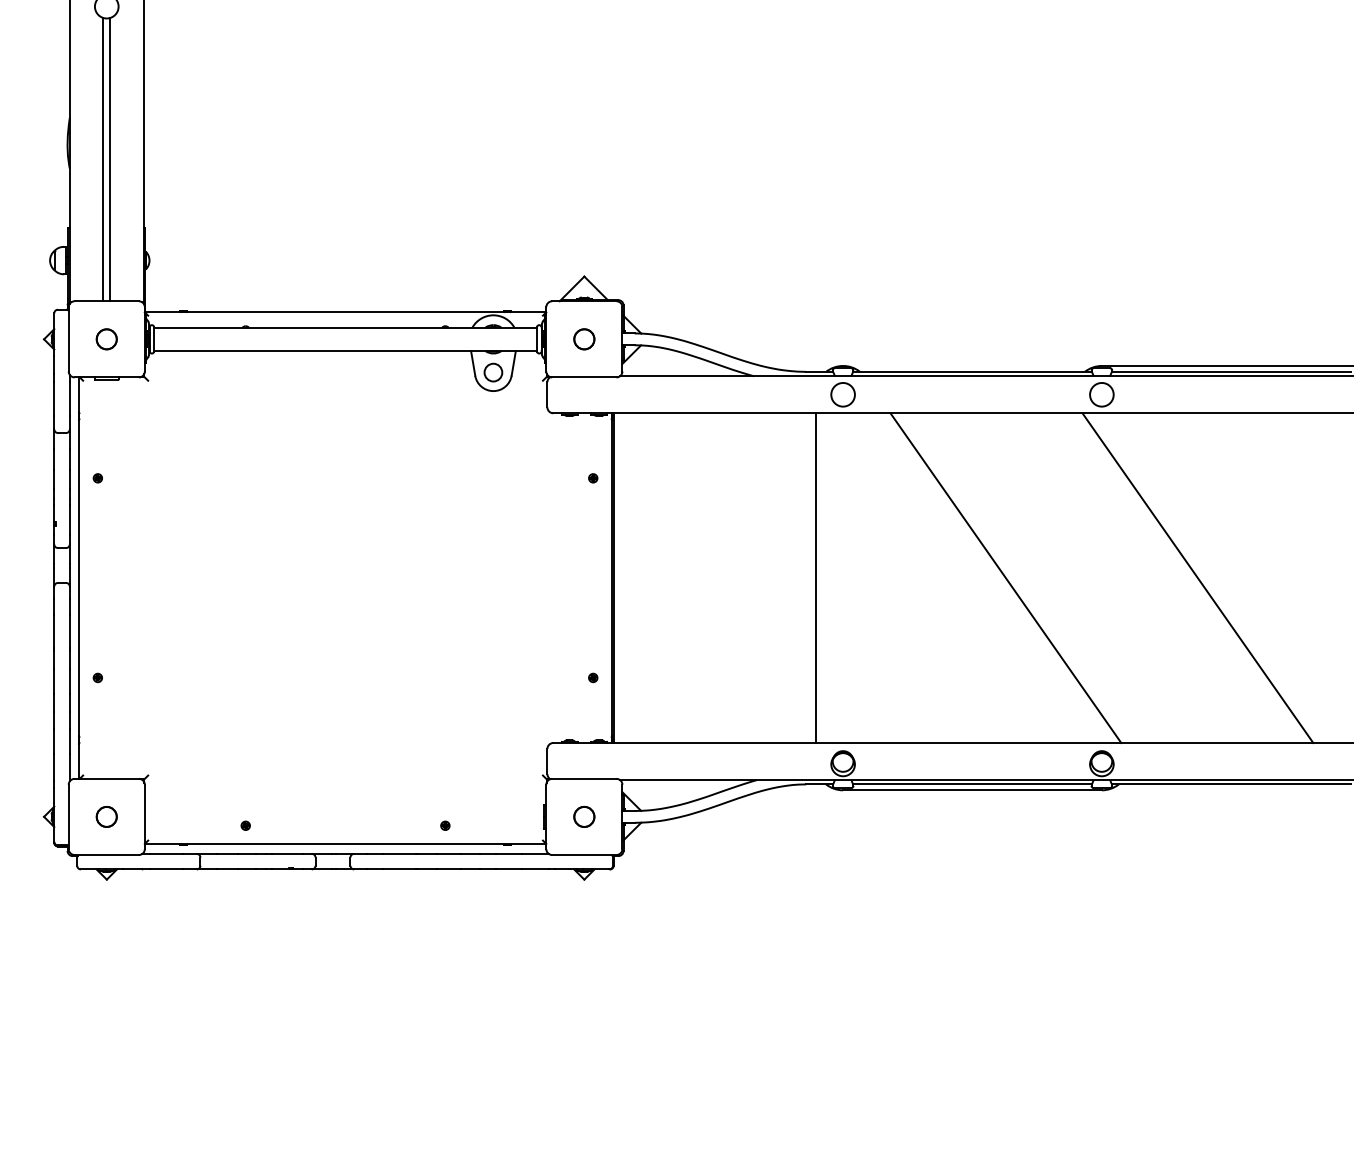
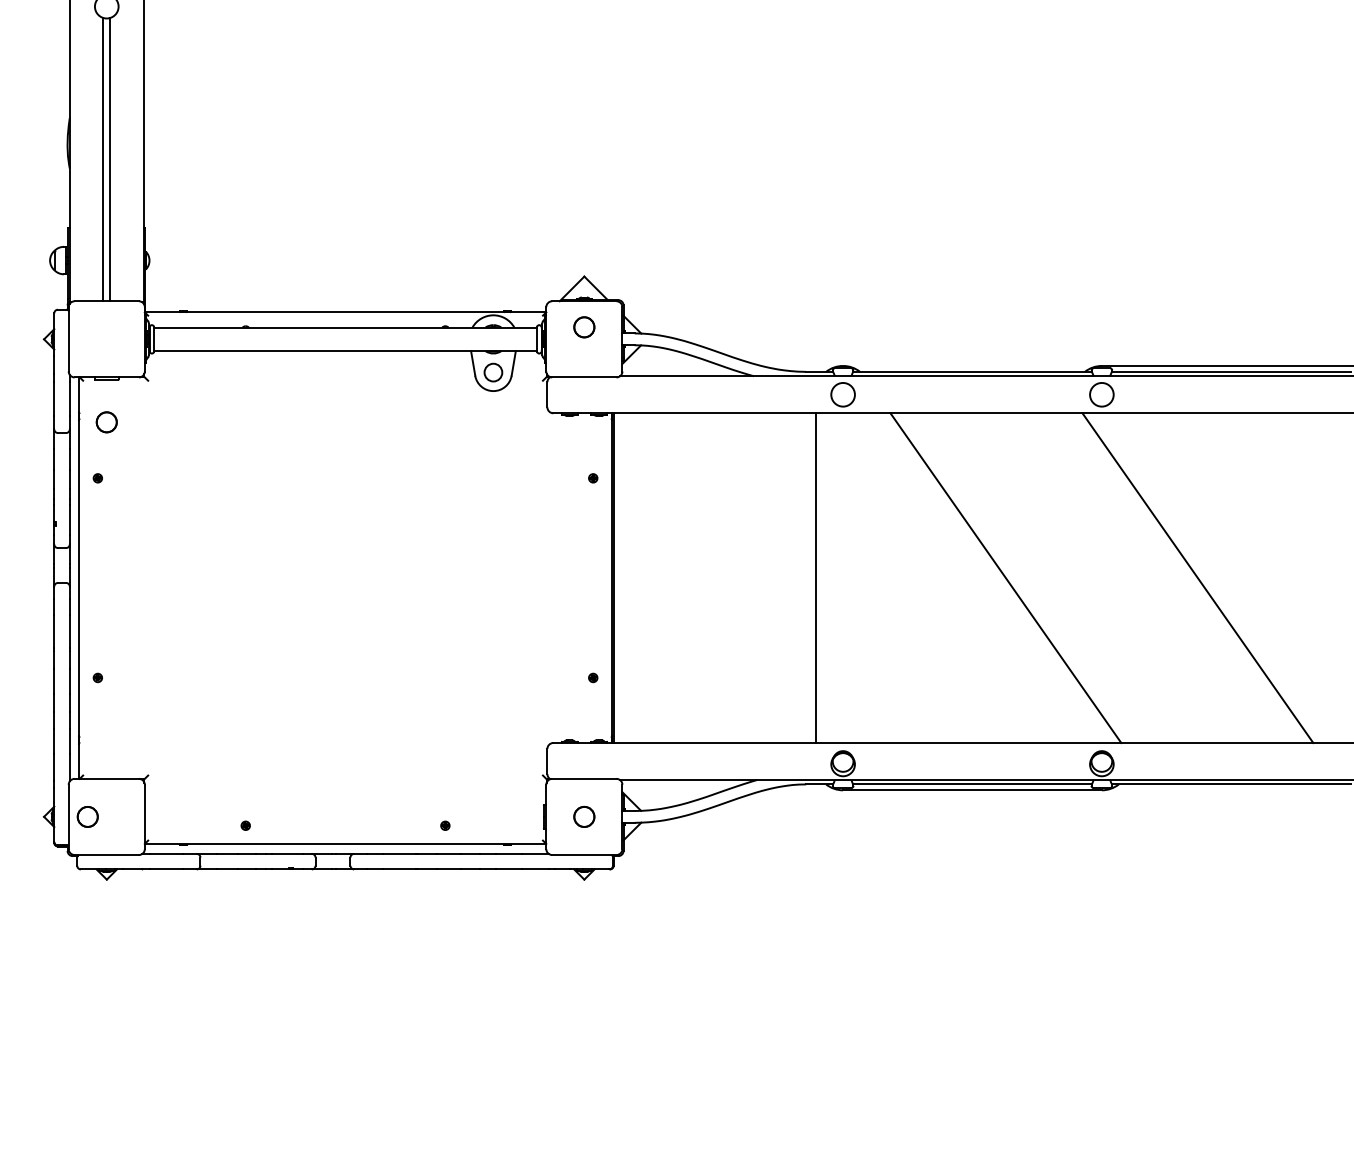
circle at (106, 339) position: (106, 339) -> (106, 422)
circle at (584, 339) position: (584, 339) -> (584, 327)
circle at (106, 816) position: (106, 816) -> (87, 816)
